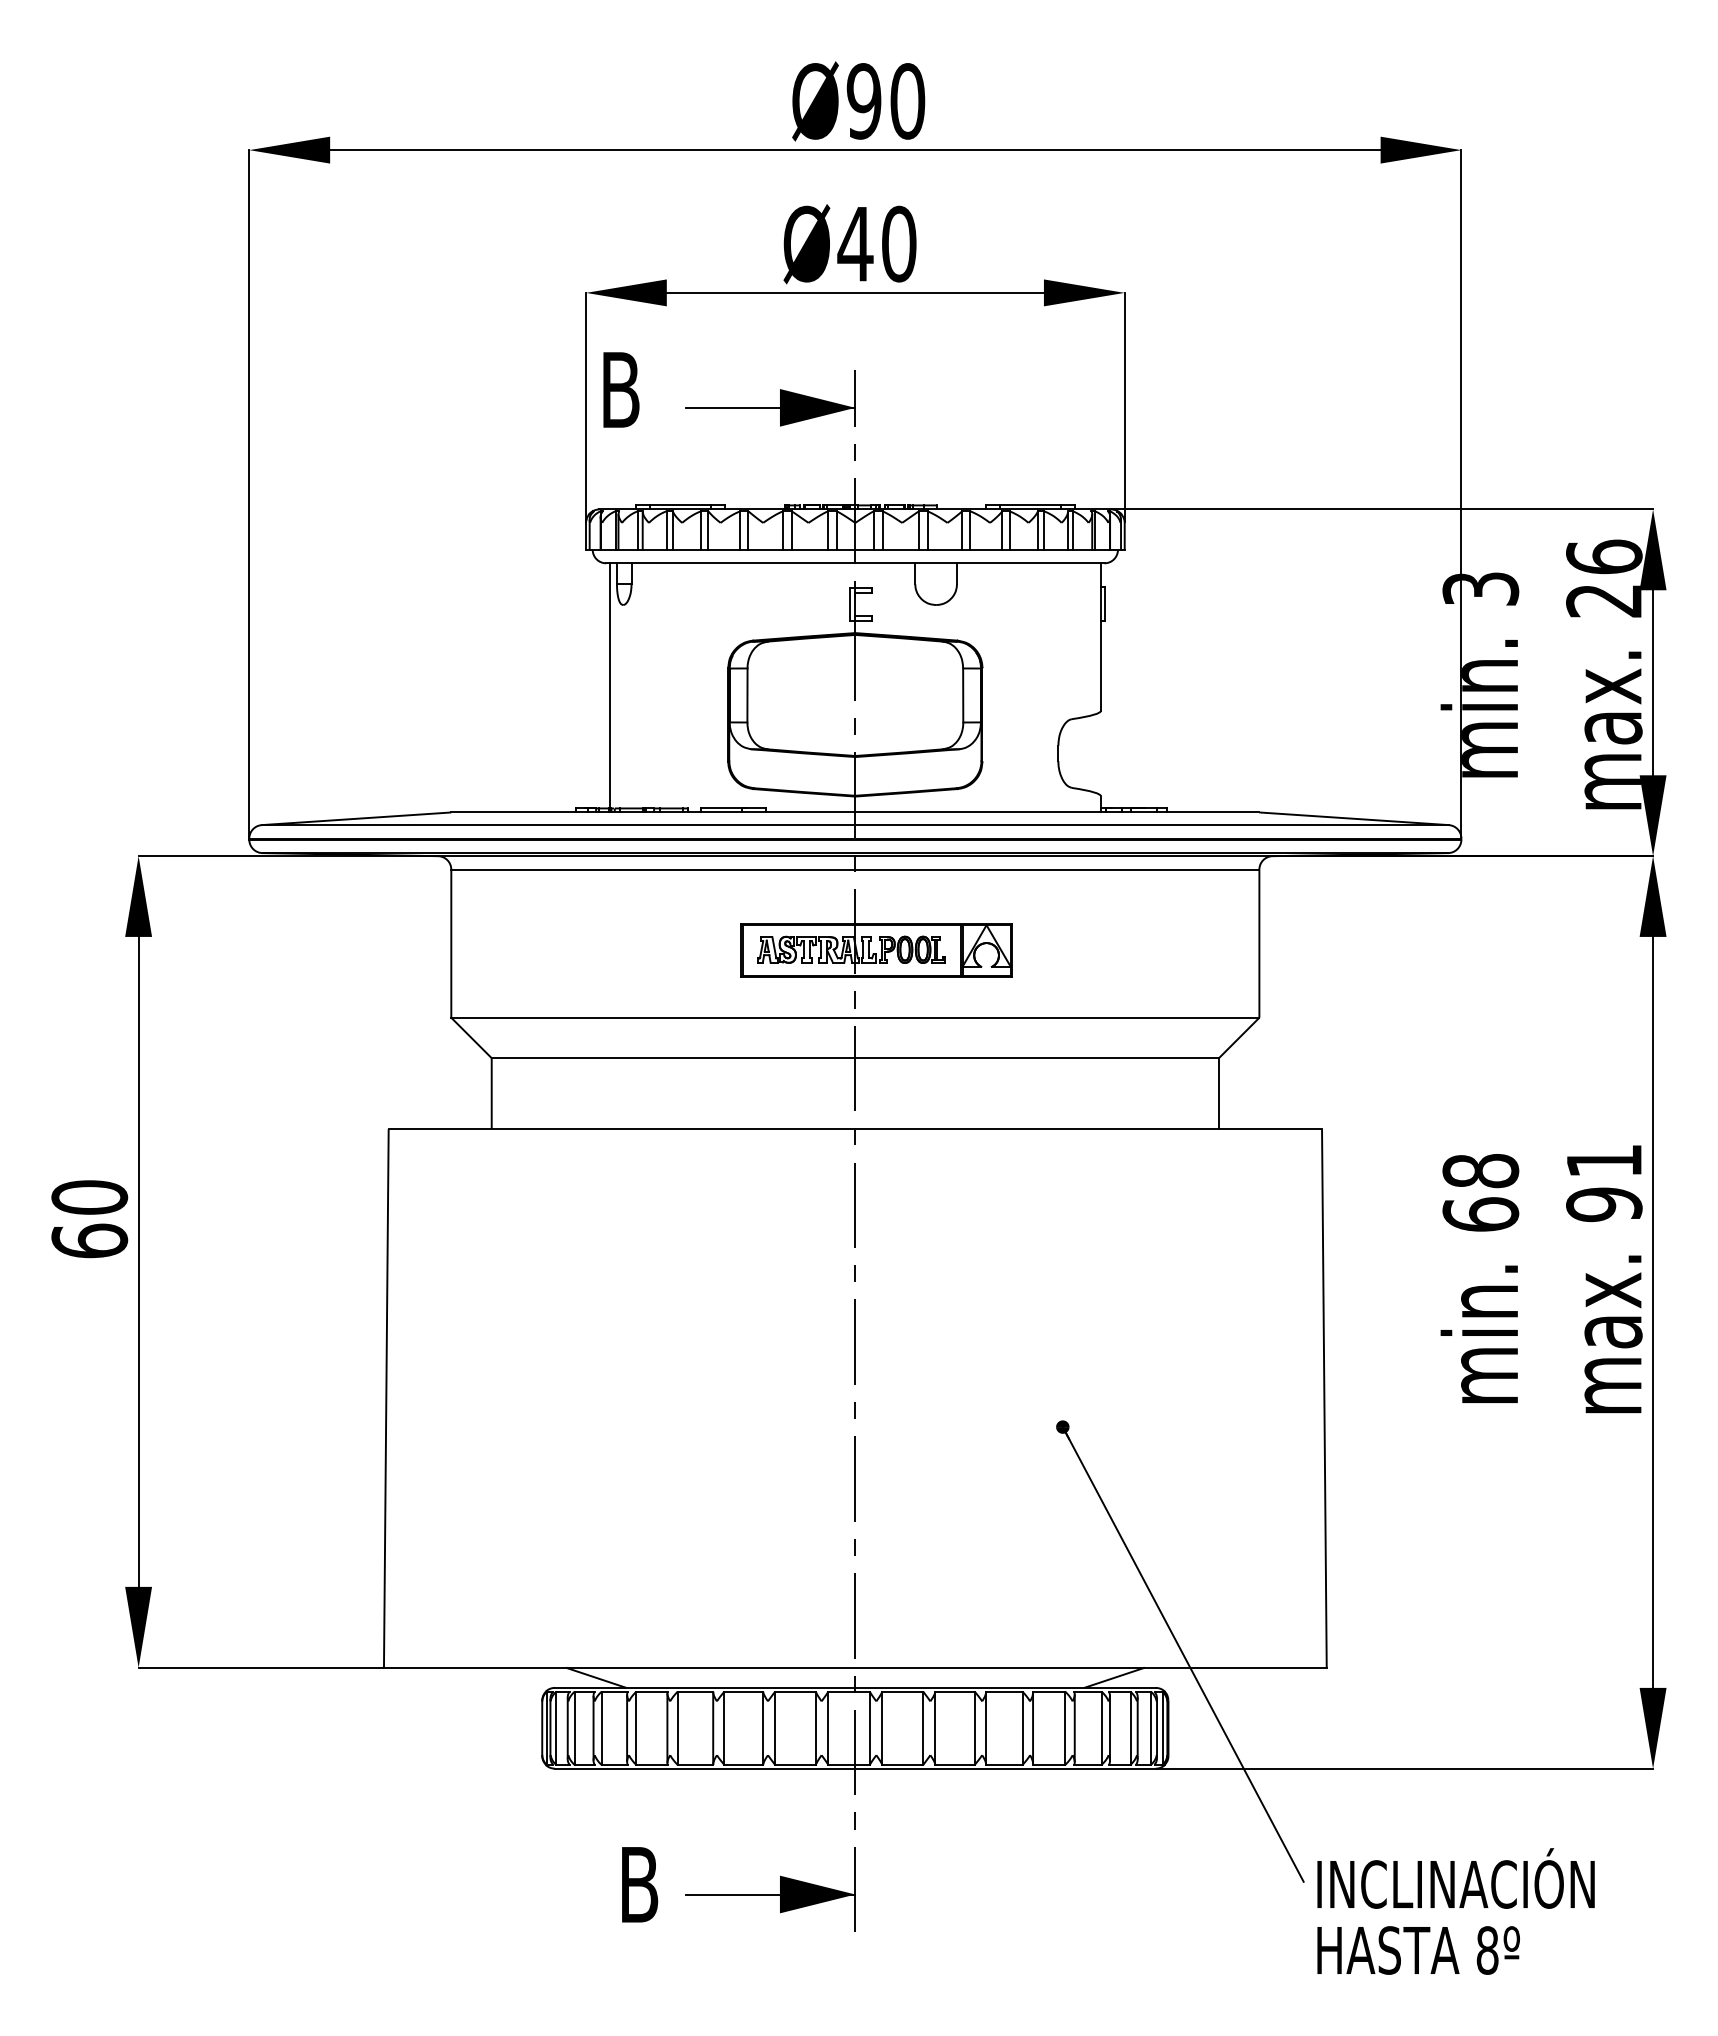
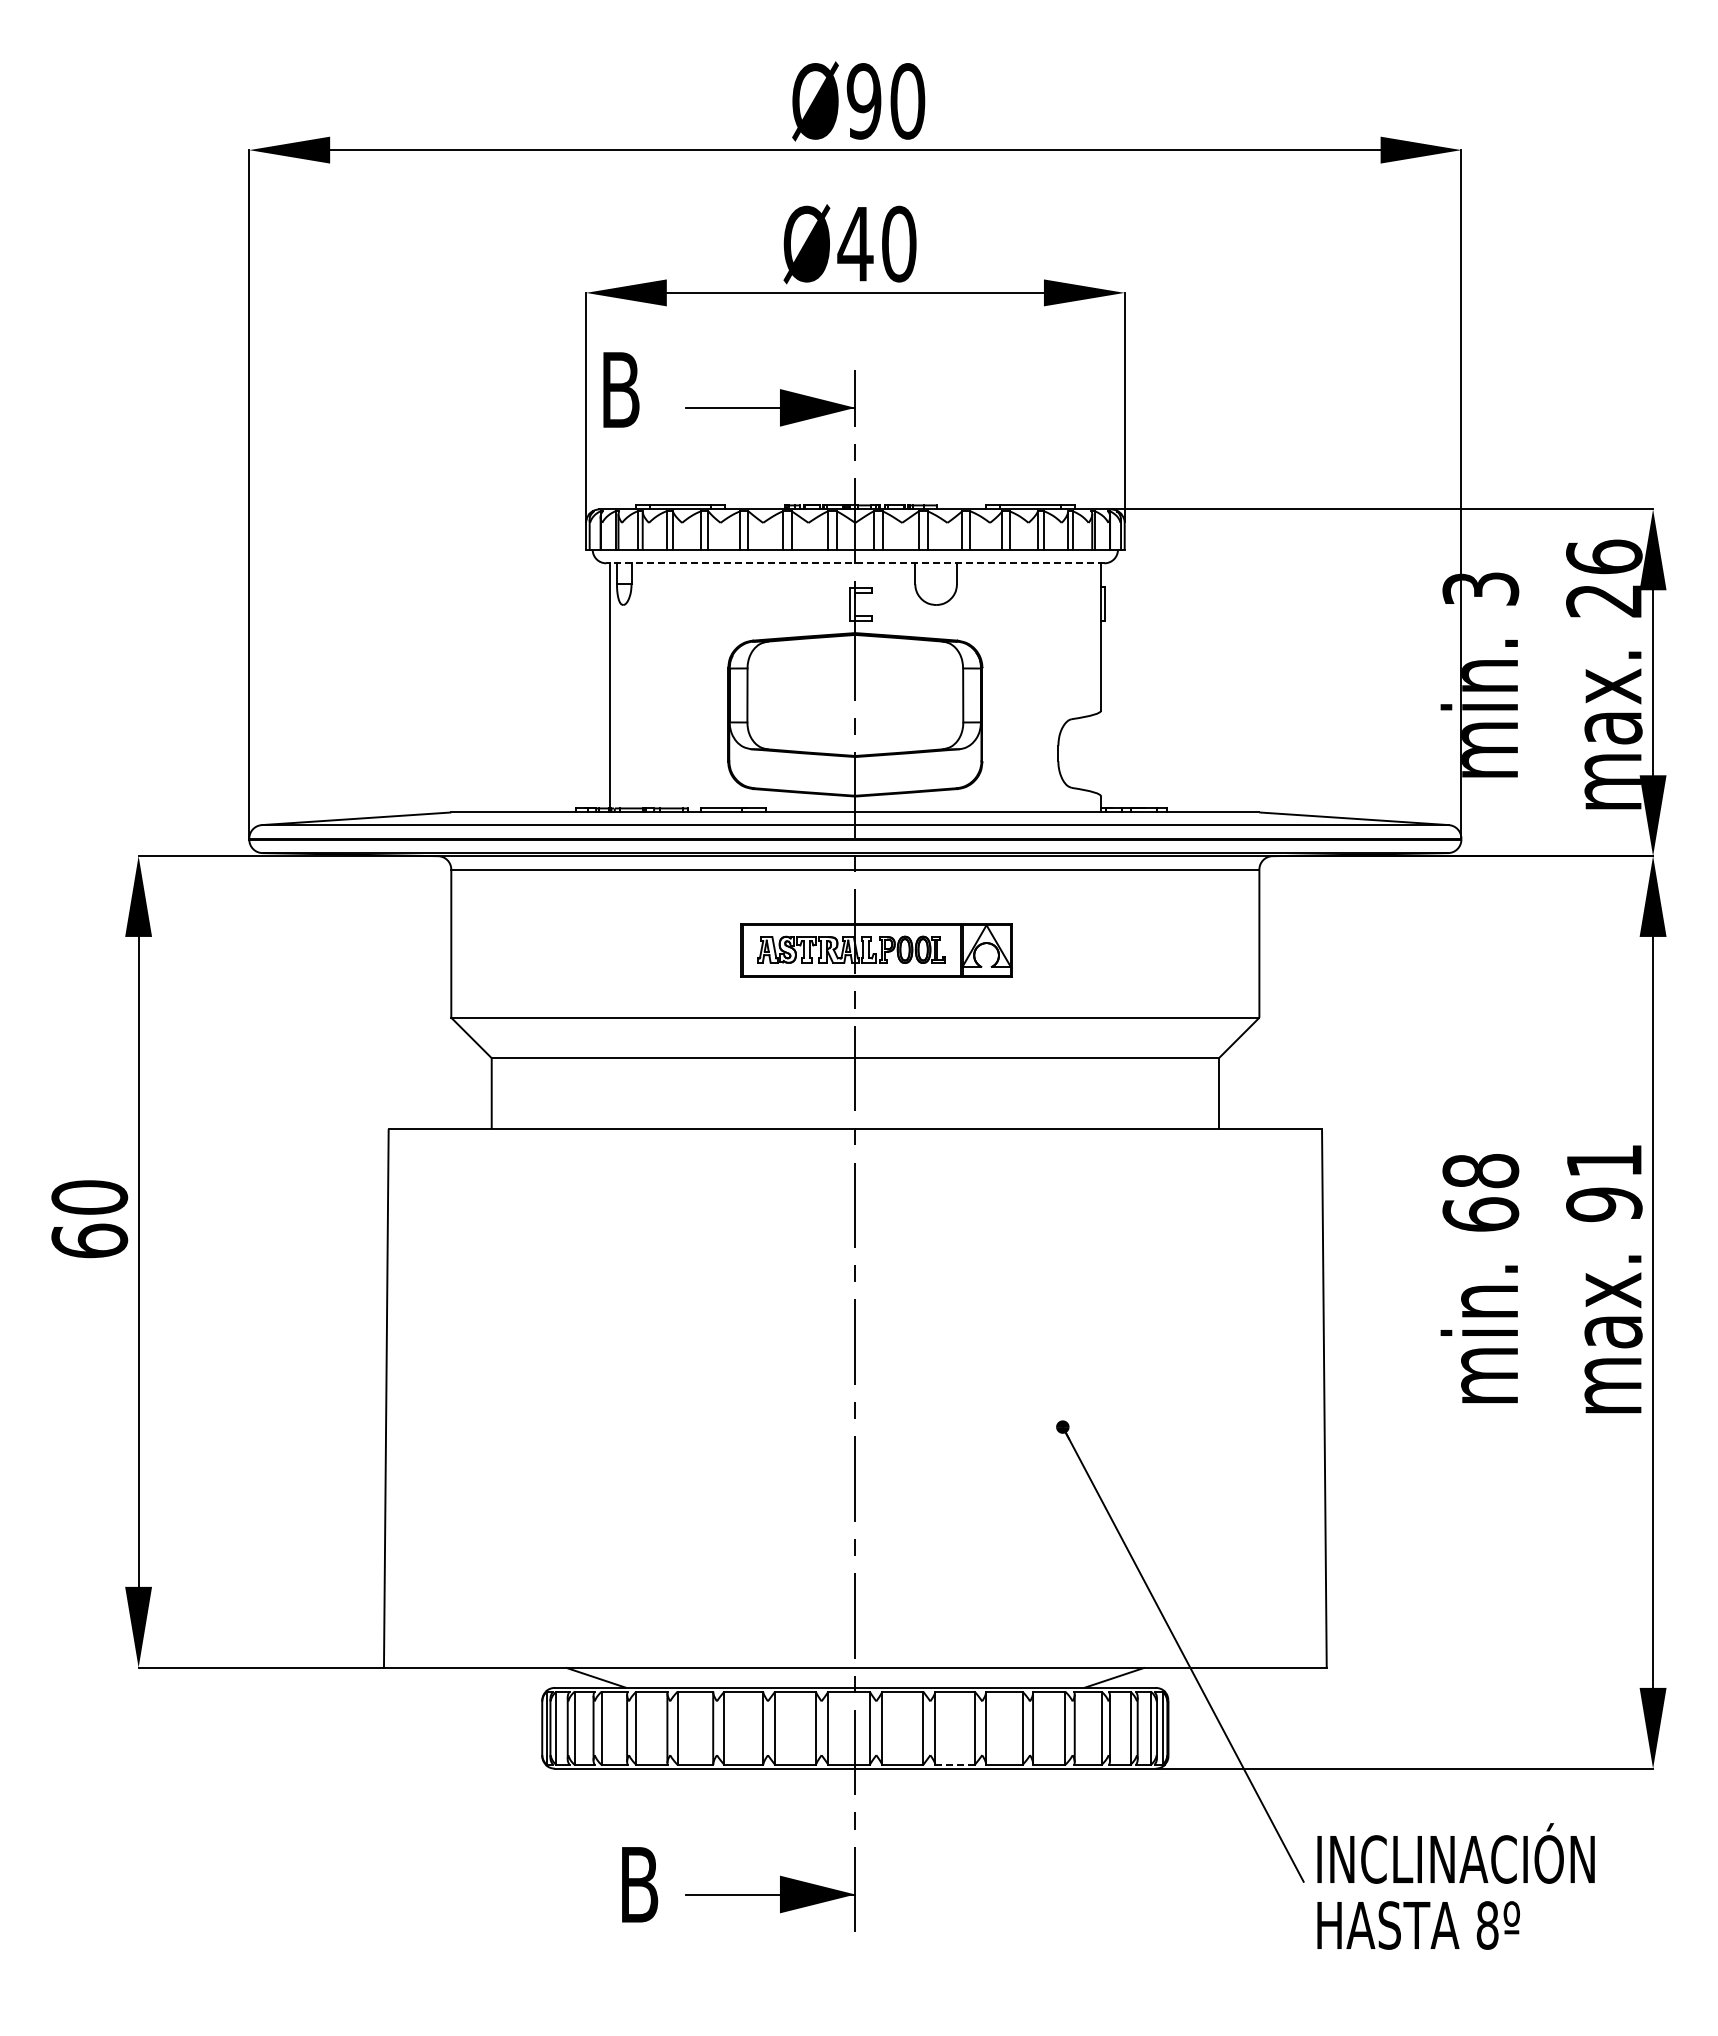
line at (854, 563): solid -> dashed
line at (955, 1764): solid -> dashed
text at (1455, 1911) position: (1455, 1911) -> (1455, 1886)
